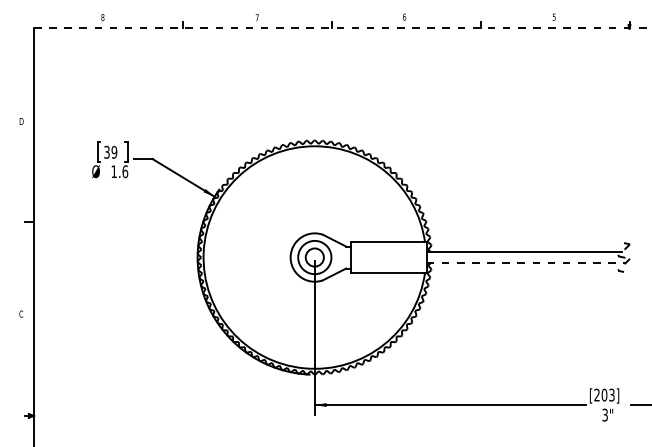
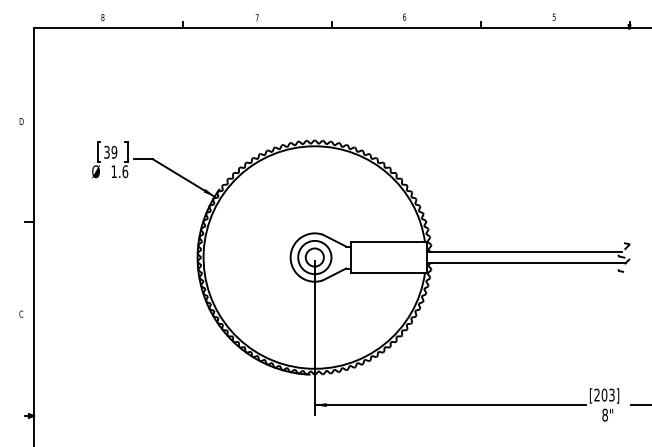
line at (343, 28): dashed -> solid
line at (526, 262): dashed -> solid
text at (604, 414): 3" -> 8"
